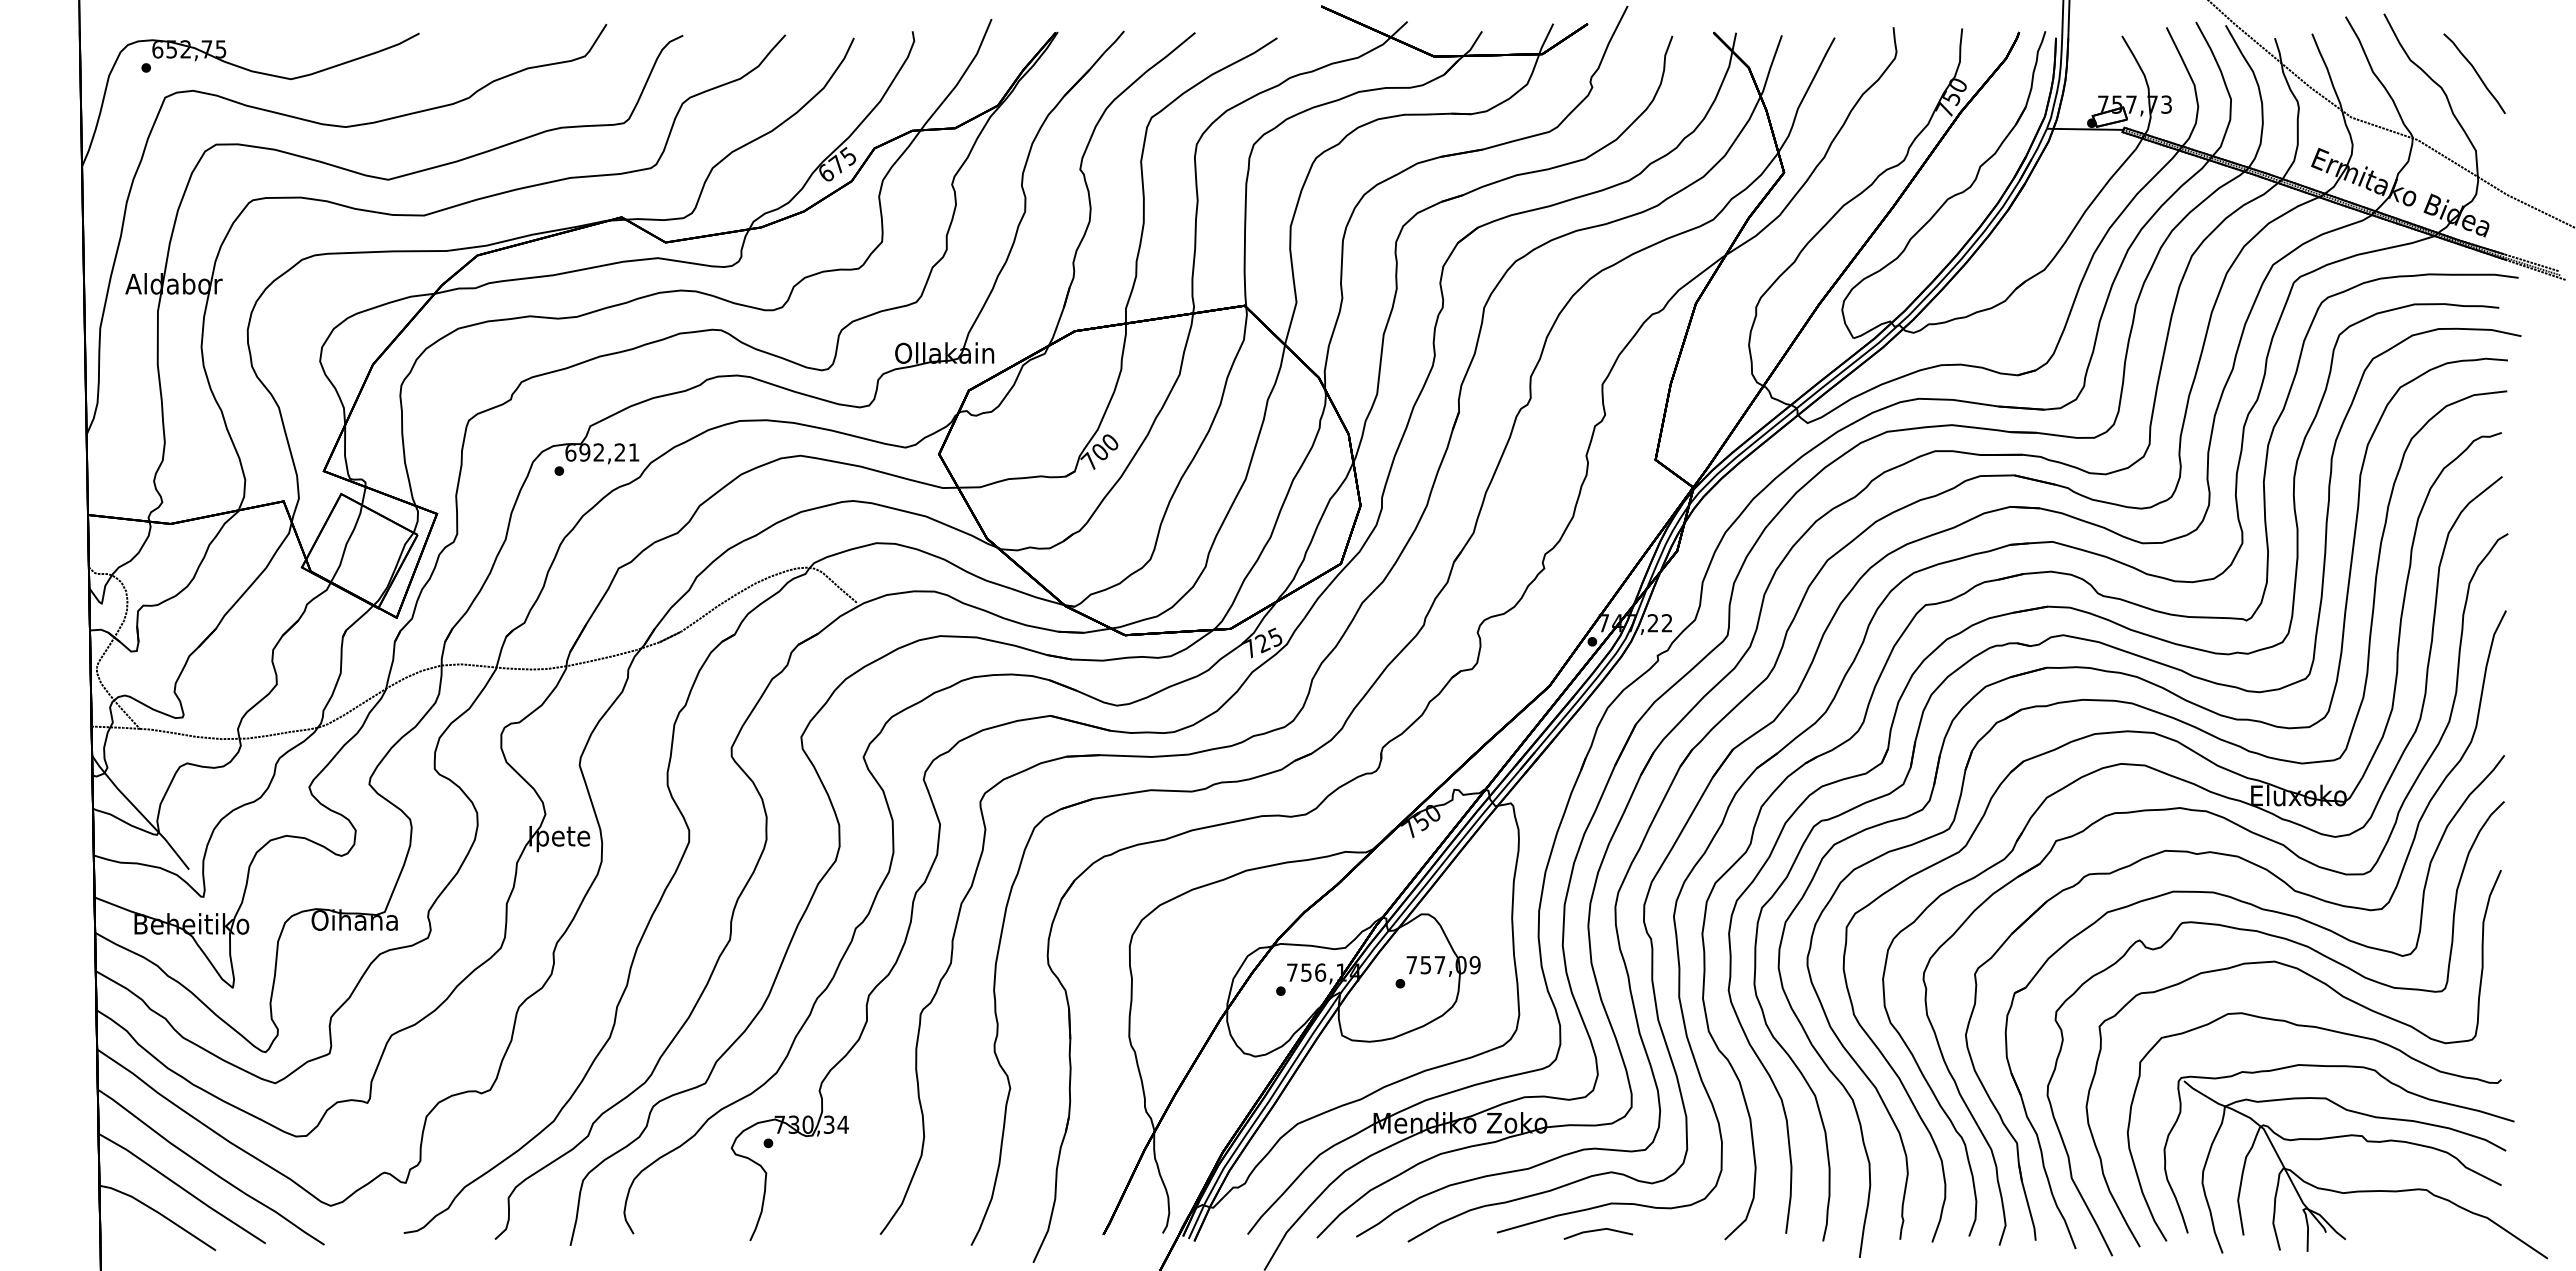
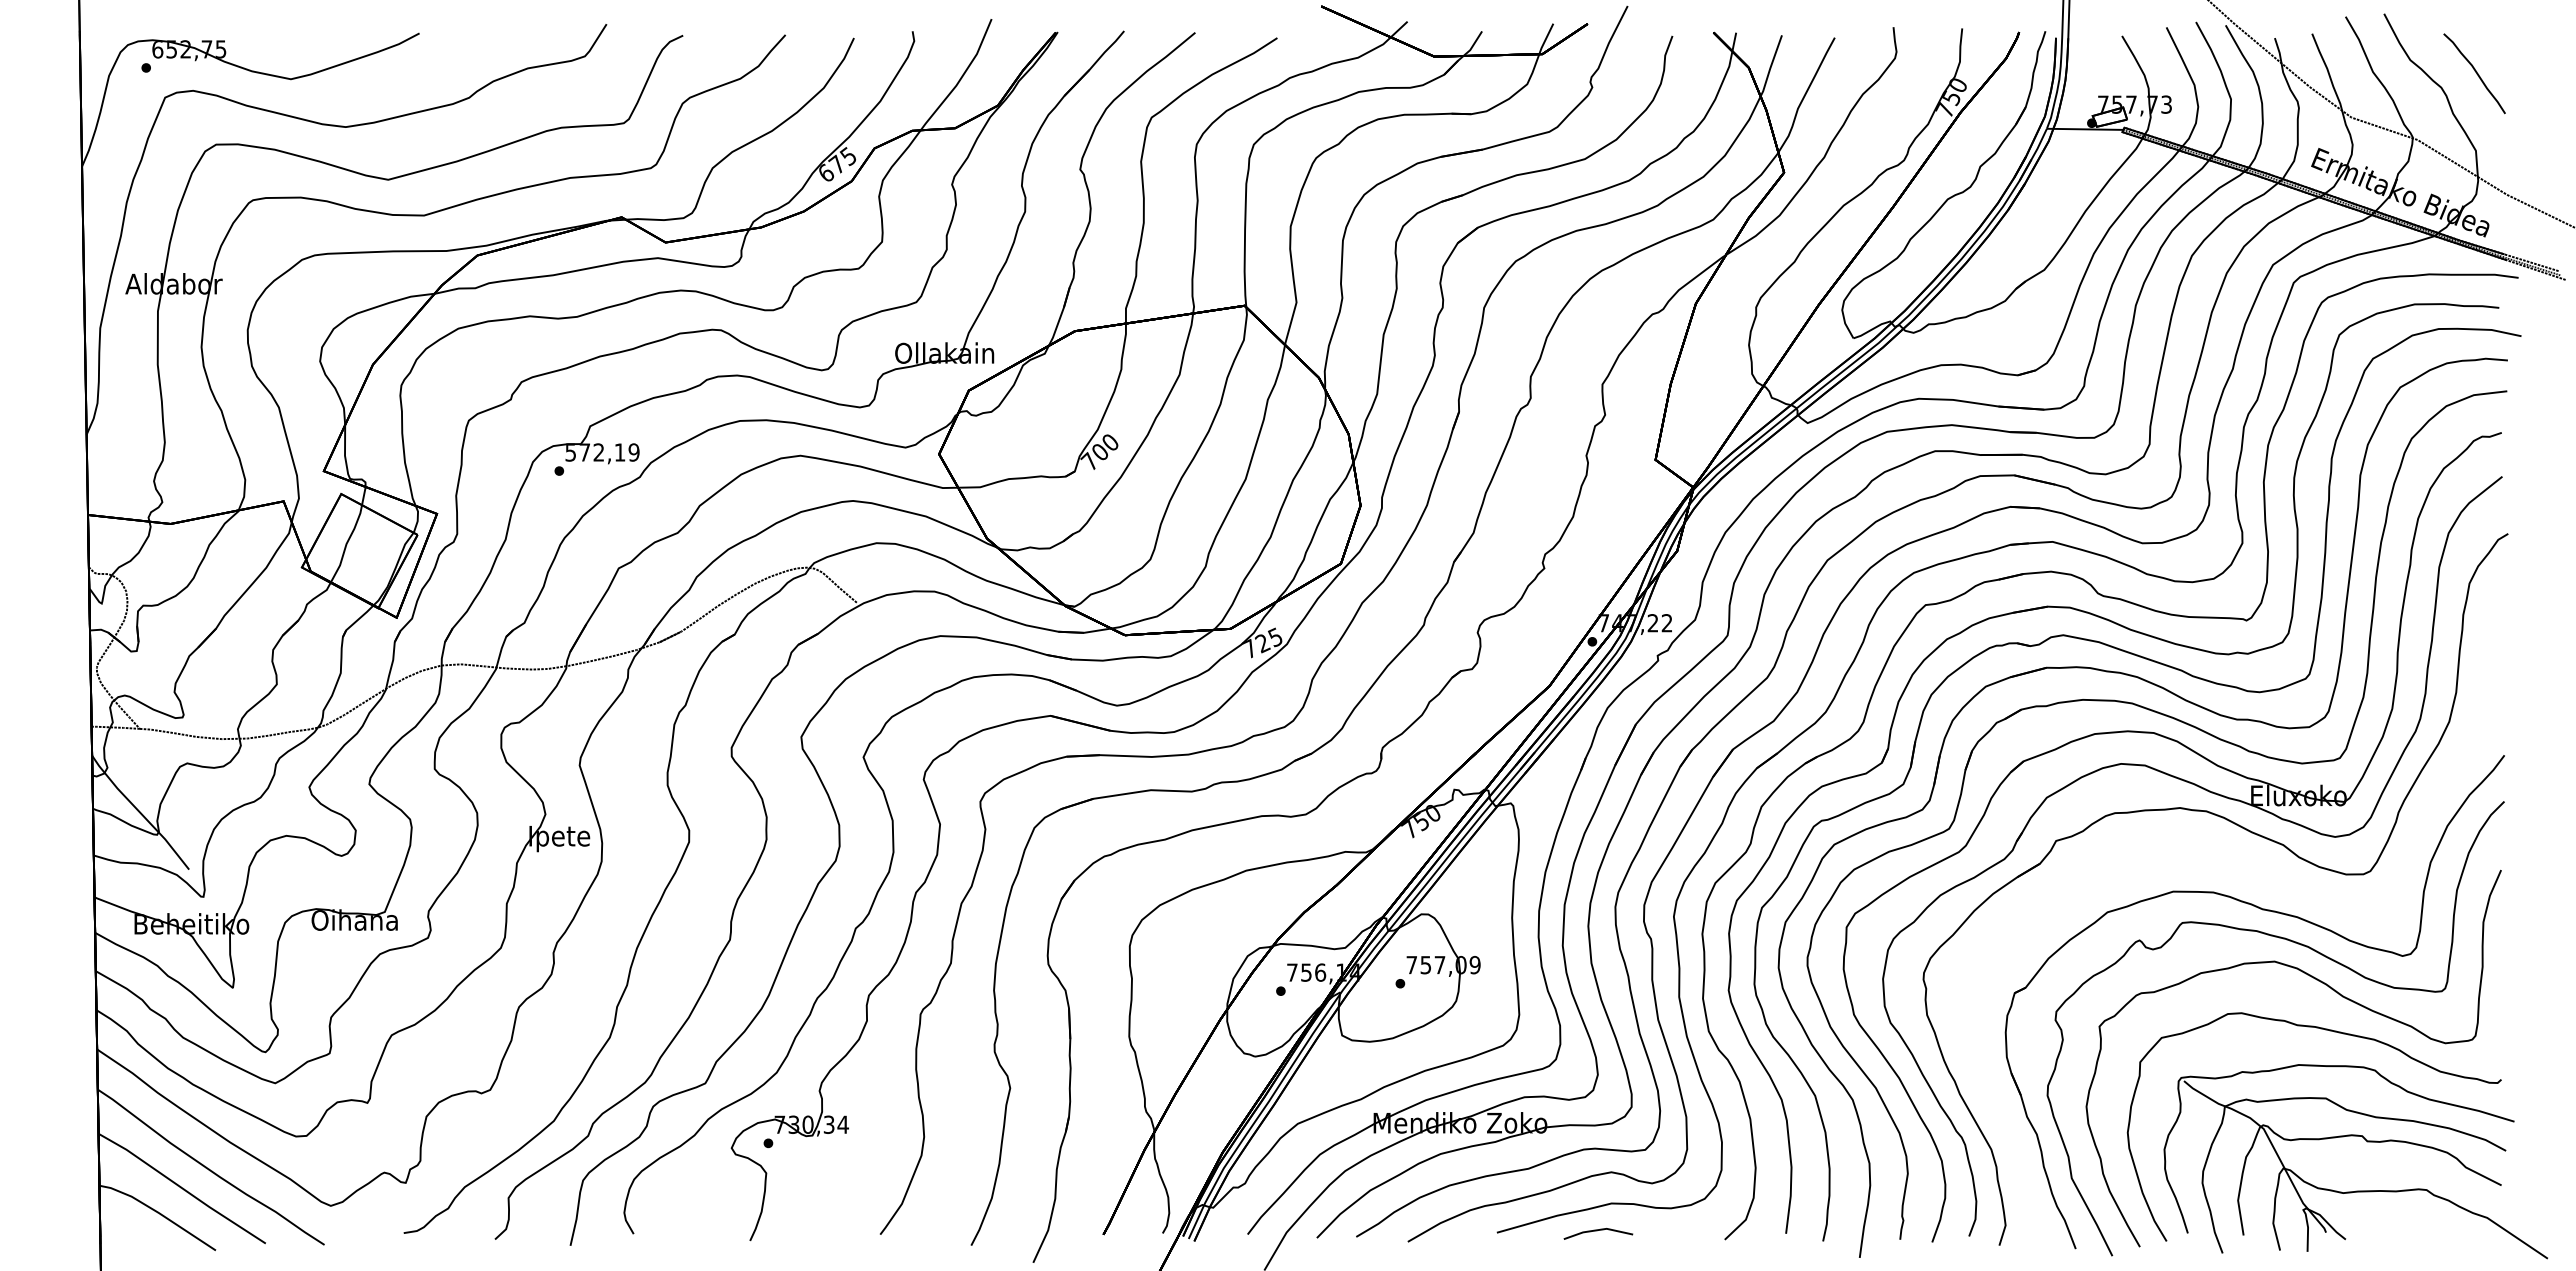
text at (602, 452): 692,21 -> 572,19
part at (2271, 874): present -> none
